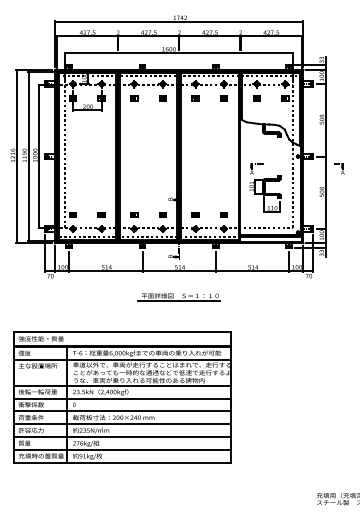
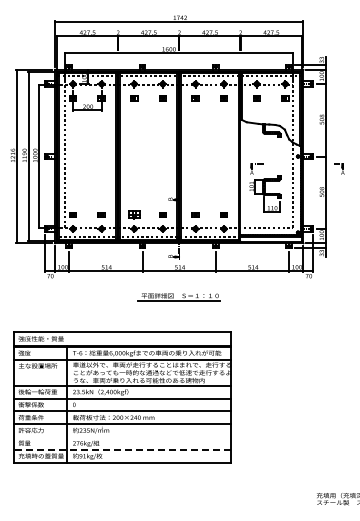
part at (134, 214) size: 9x6 px -> 13x10 px
line at (122, 437): present -> none
line at (121, 449): solid -> dashed
